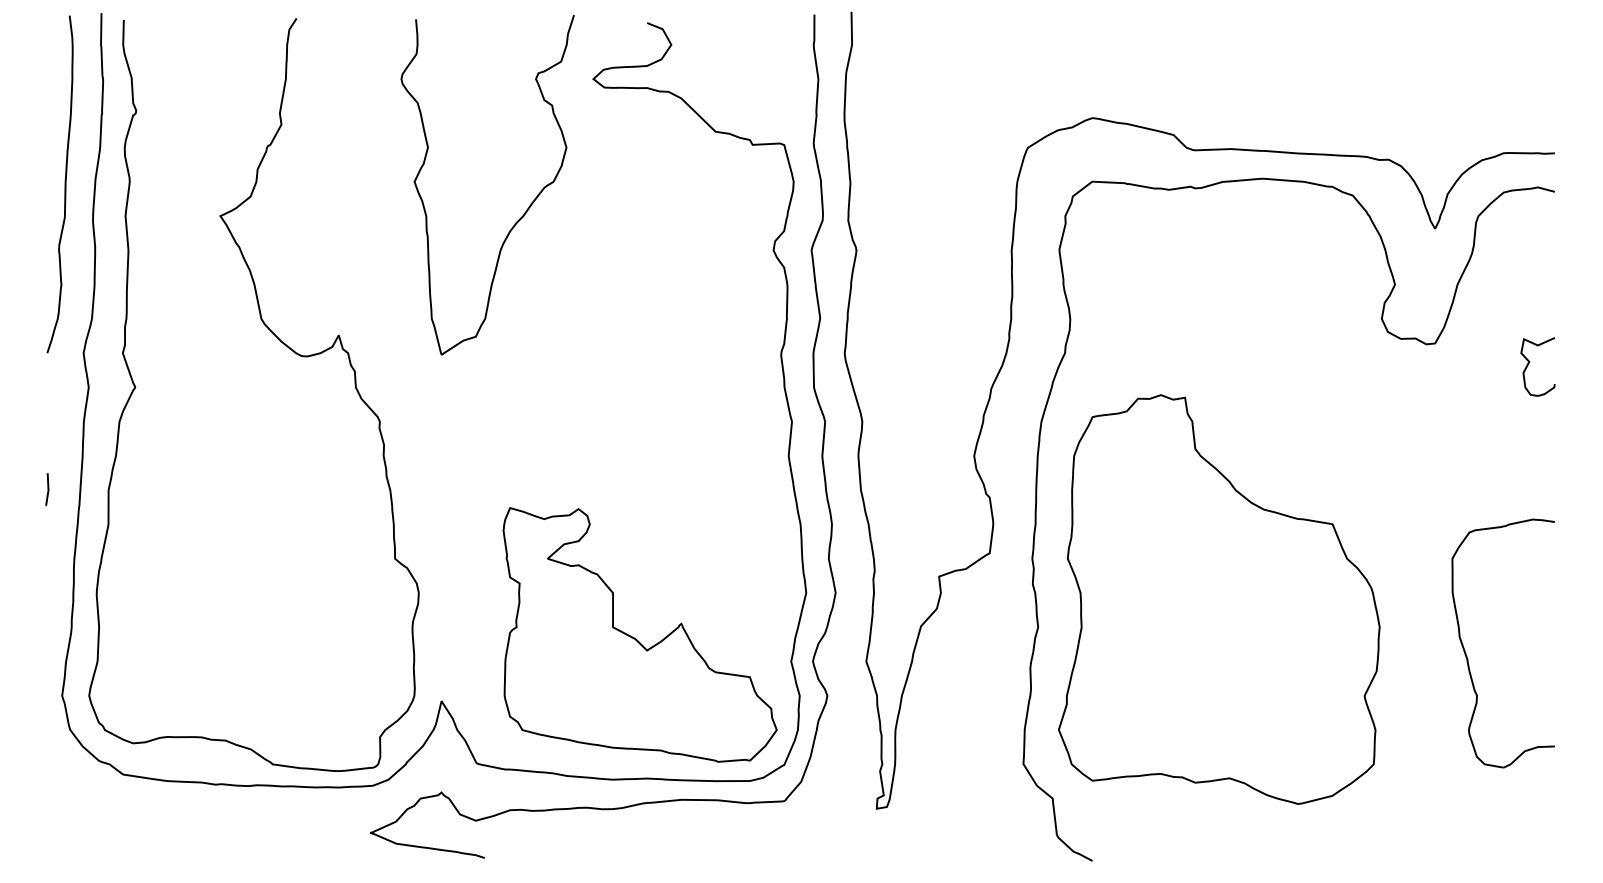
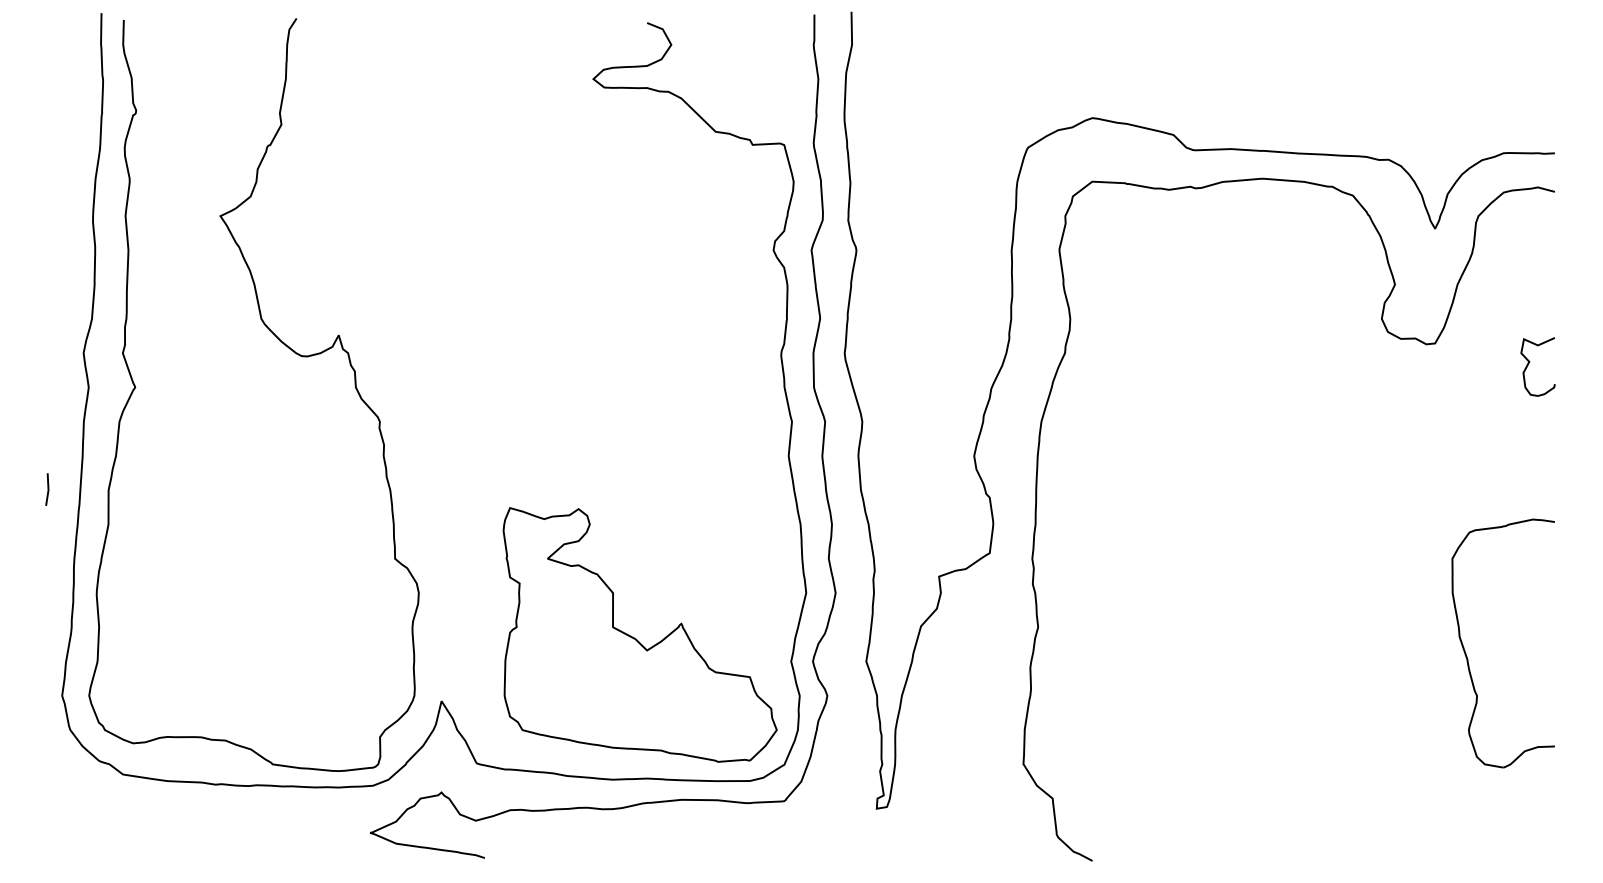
curve at (64, 184): present -> none
curve at (526, 209): present -> none
part at (1219, 599): present -> none
